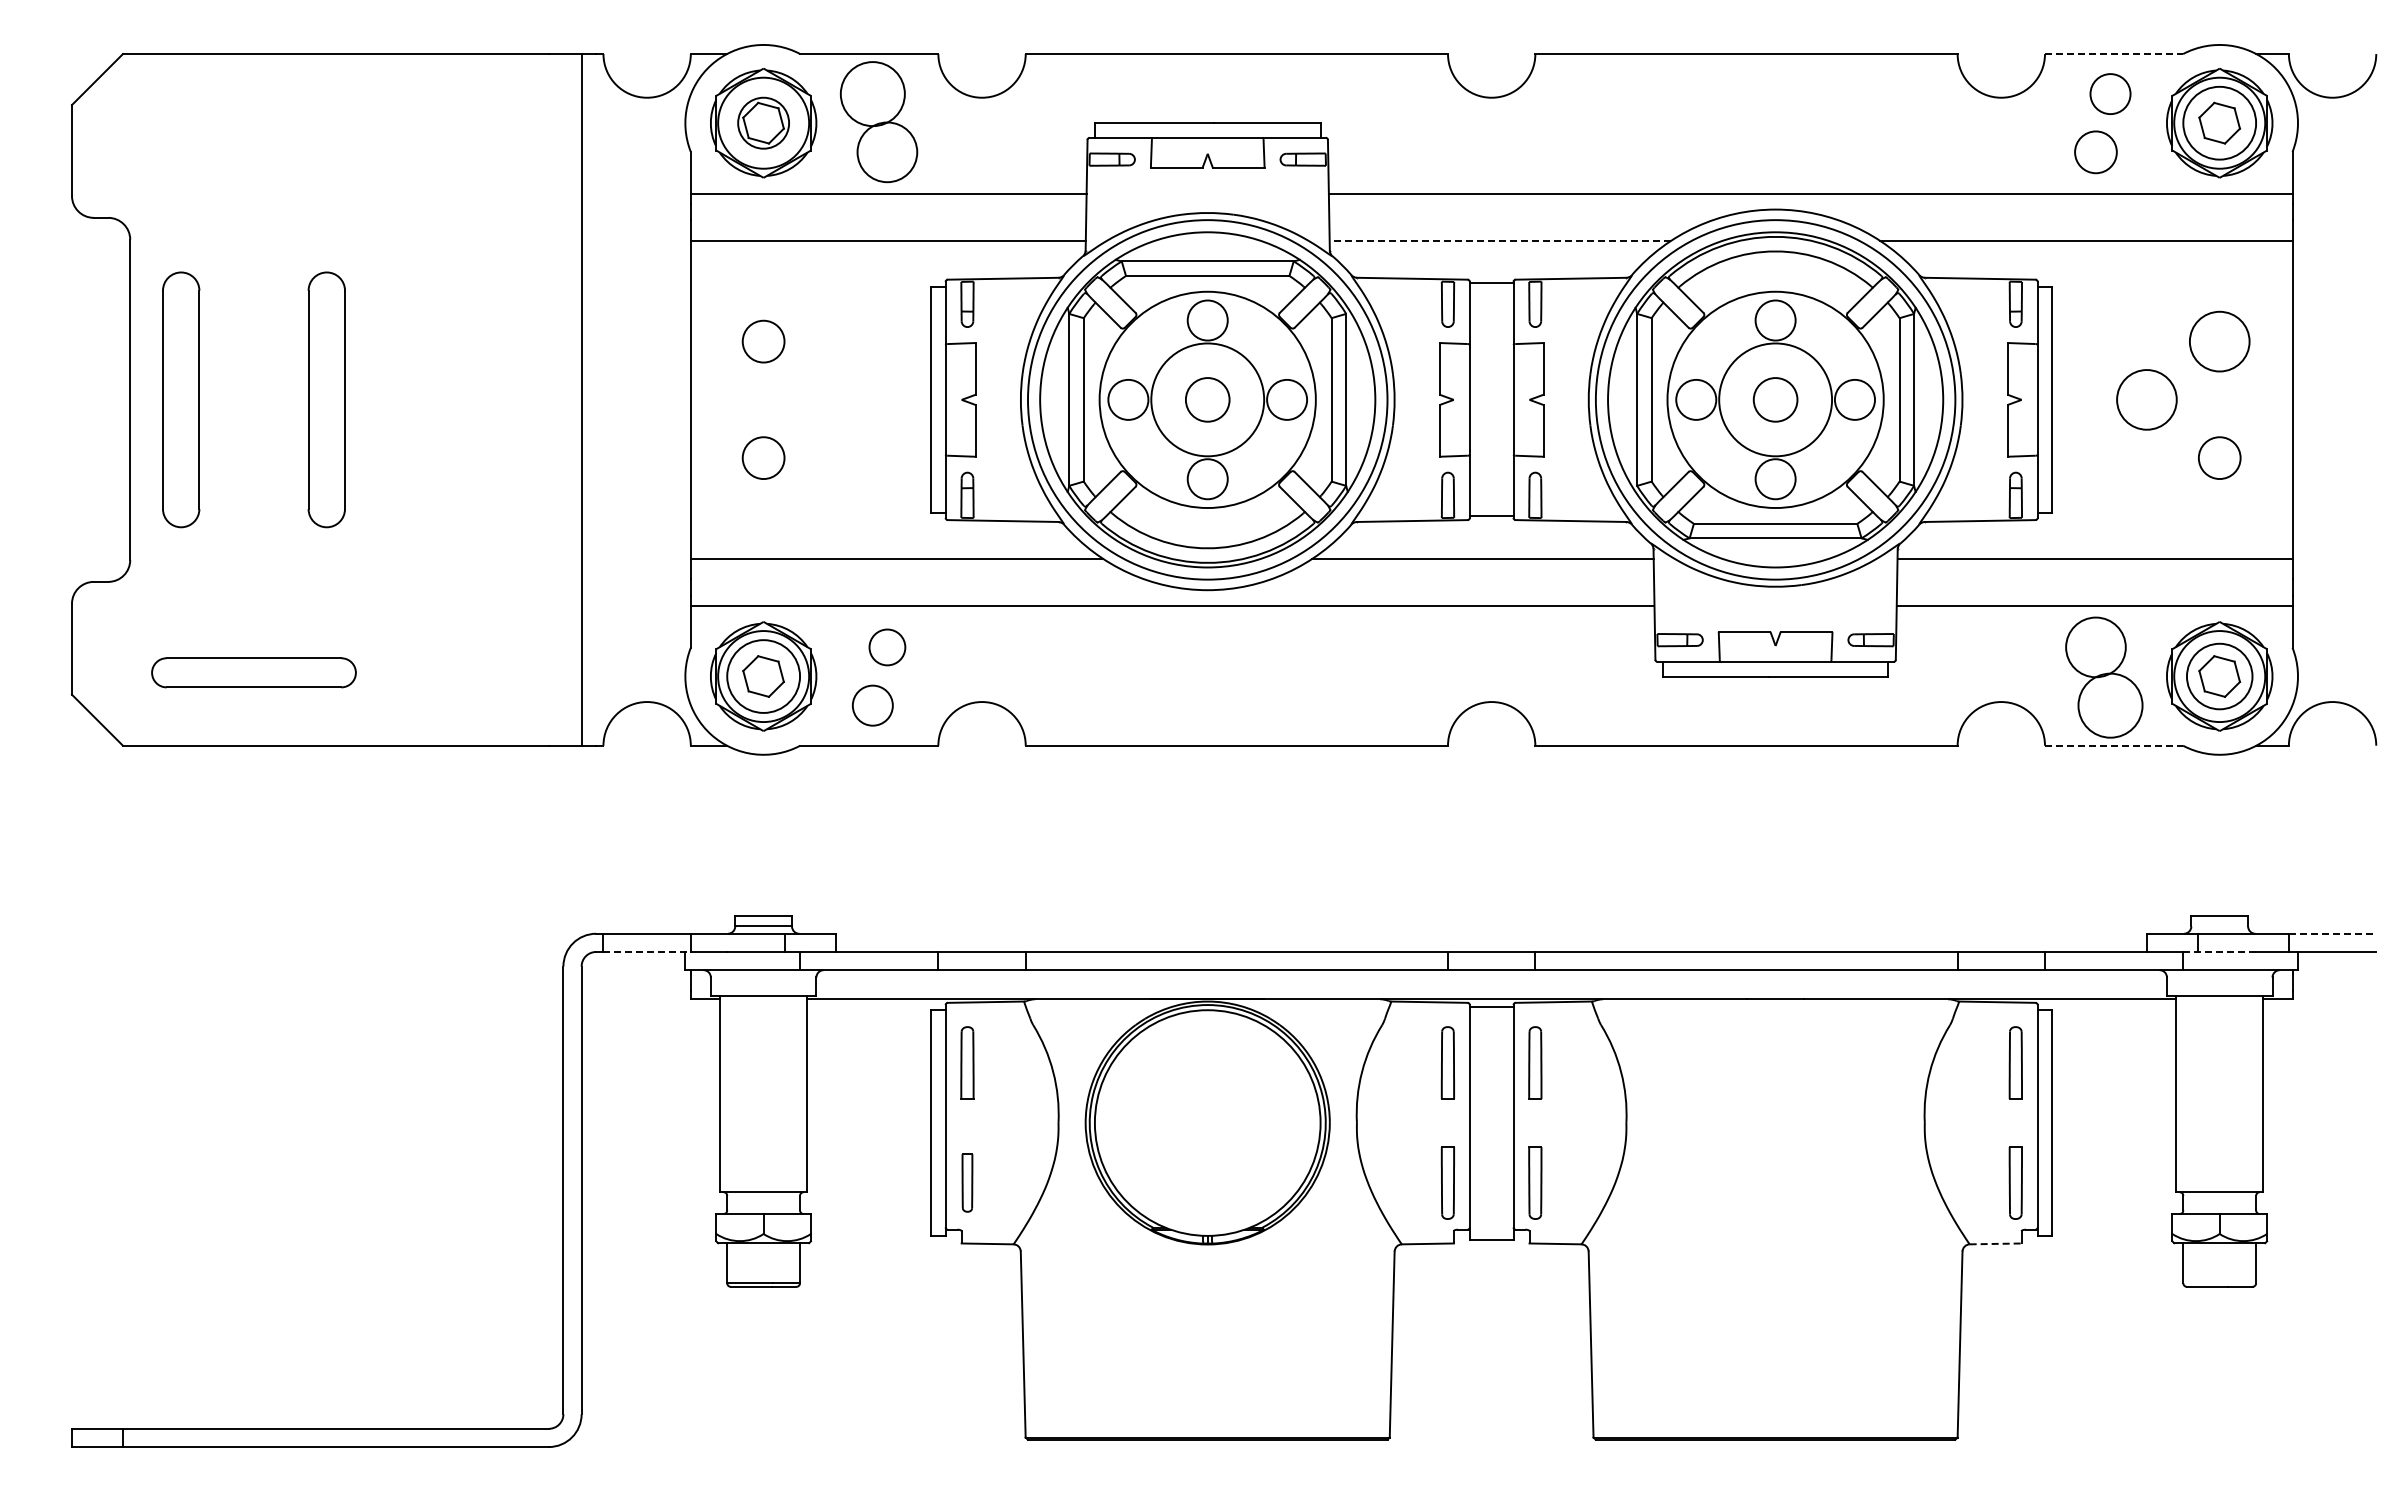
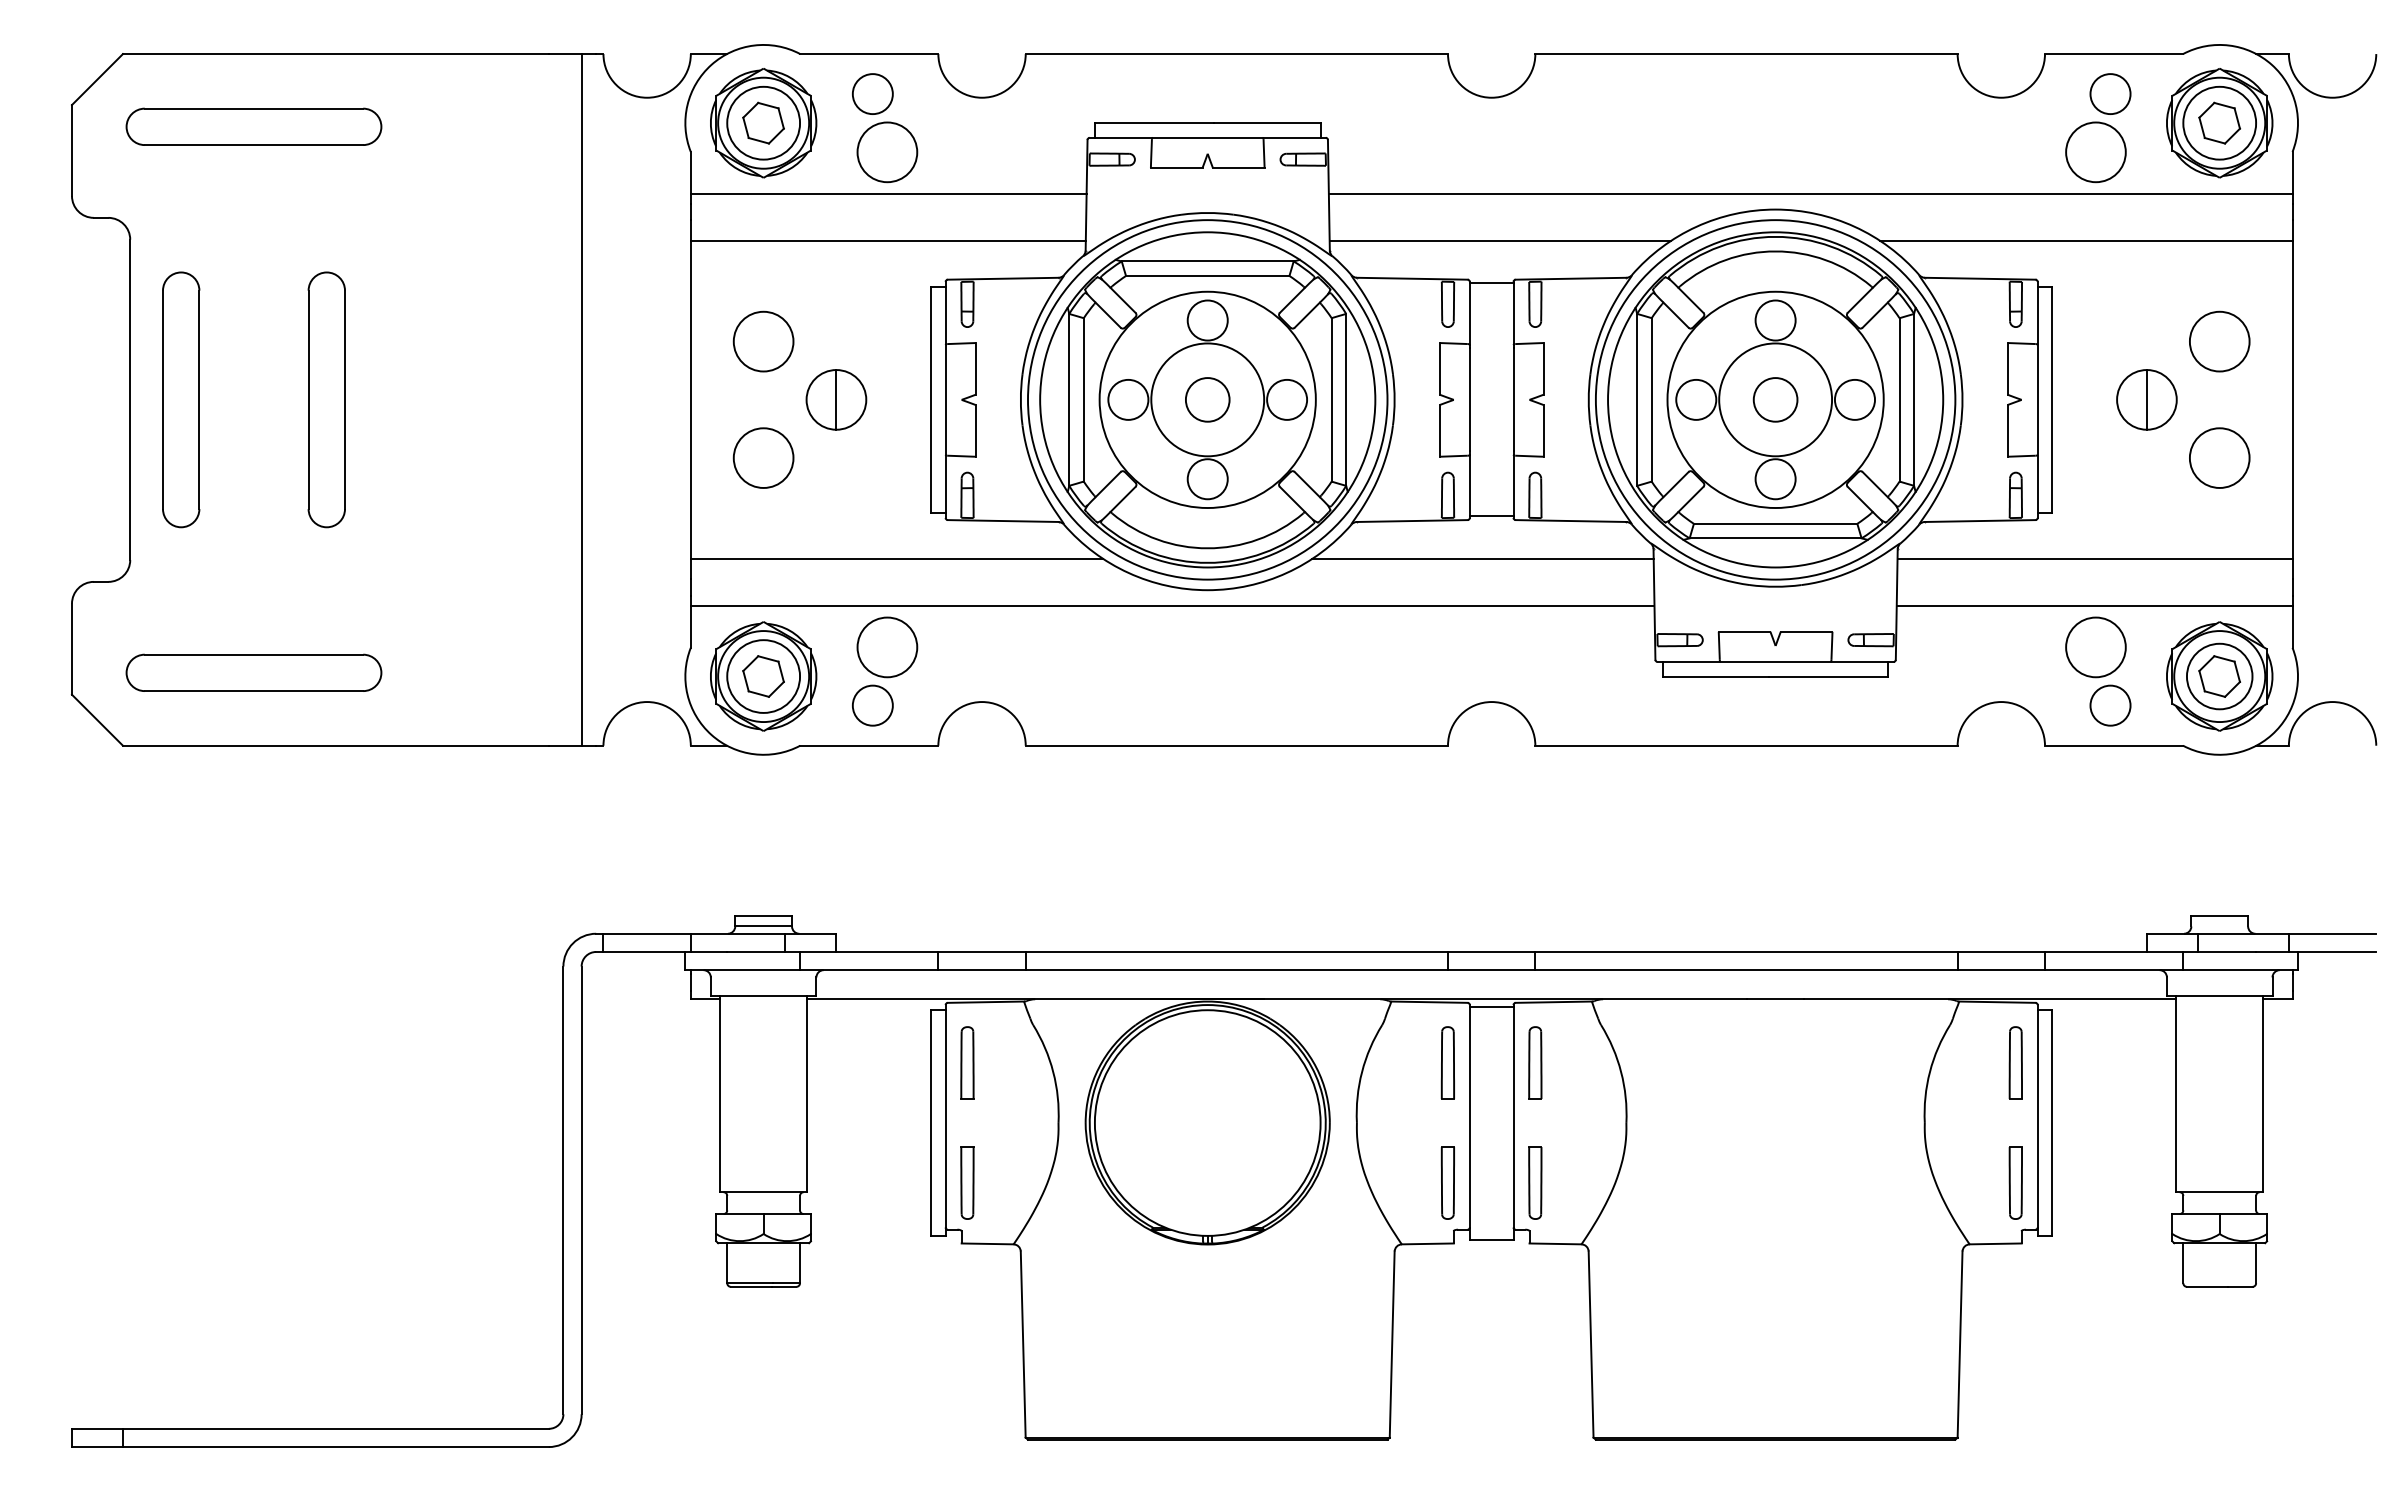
line at (2114, 54): dashed -> solid
circle at (872, 94) diameter: 64 px -> 40 px
circle at (763, 122) diameter: 51 px -> 73 px
part at (253, 126): none -> present
circle at (2095, 152) diameter: 42 px -> 60 px
line at (1500, 240): dashed -> solid
circle at (763, 341) diameter: 42 px -> 60 px
part at (836, 399): none -> present
line at (2146, 399): none -> present
circle at (763, 458) diameter: 42 px -> 60 px
circle at (2219, 458) diameter: 42 px -> 60 px
circle at (887, 647) size: 39x39 px -> 63x63 px
part at (253, 672) size: 206x32 px -> 258x39 px
circle at (2110, 705) diameter: 64 px -> 40 px
line at (2114, 745): dashed -> solid
line at (2332, 933): dashed -> solid
line at (647, 951): dashed -> solid
line at (2219, 951): dashed -> solid
part at (967, 1182) size: 13x60 px -> 15x74 px
line at (1996, 1243): dashed -> solid
